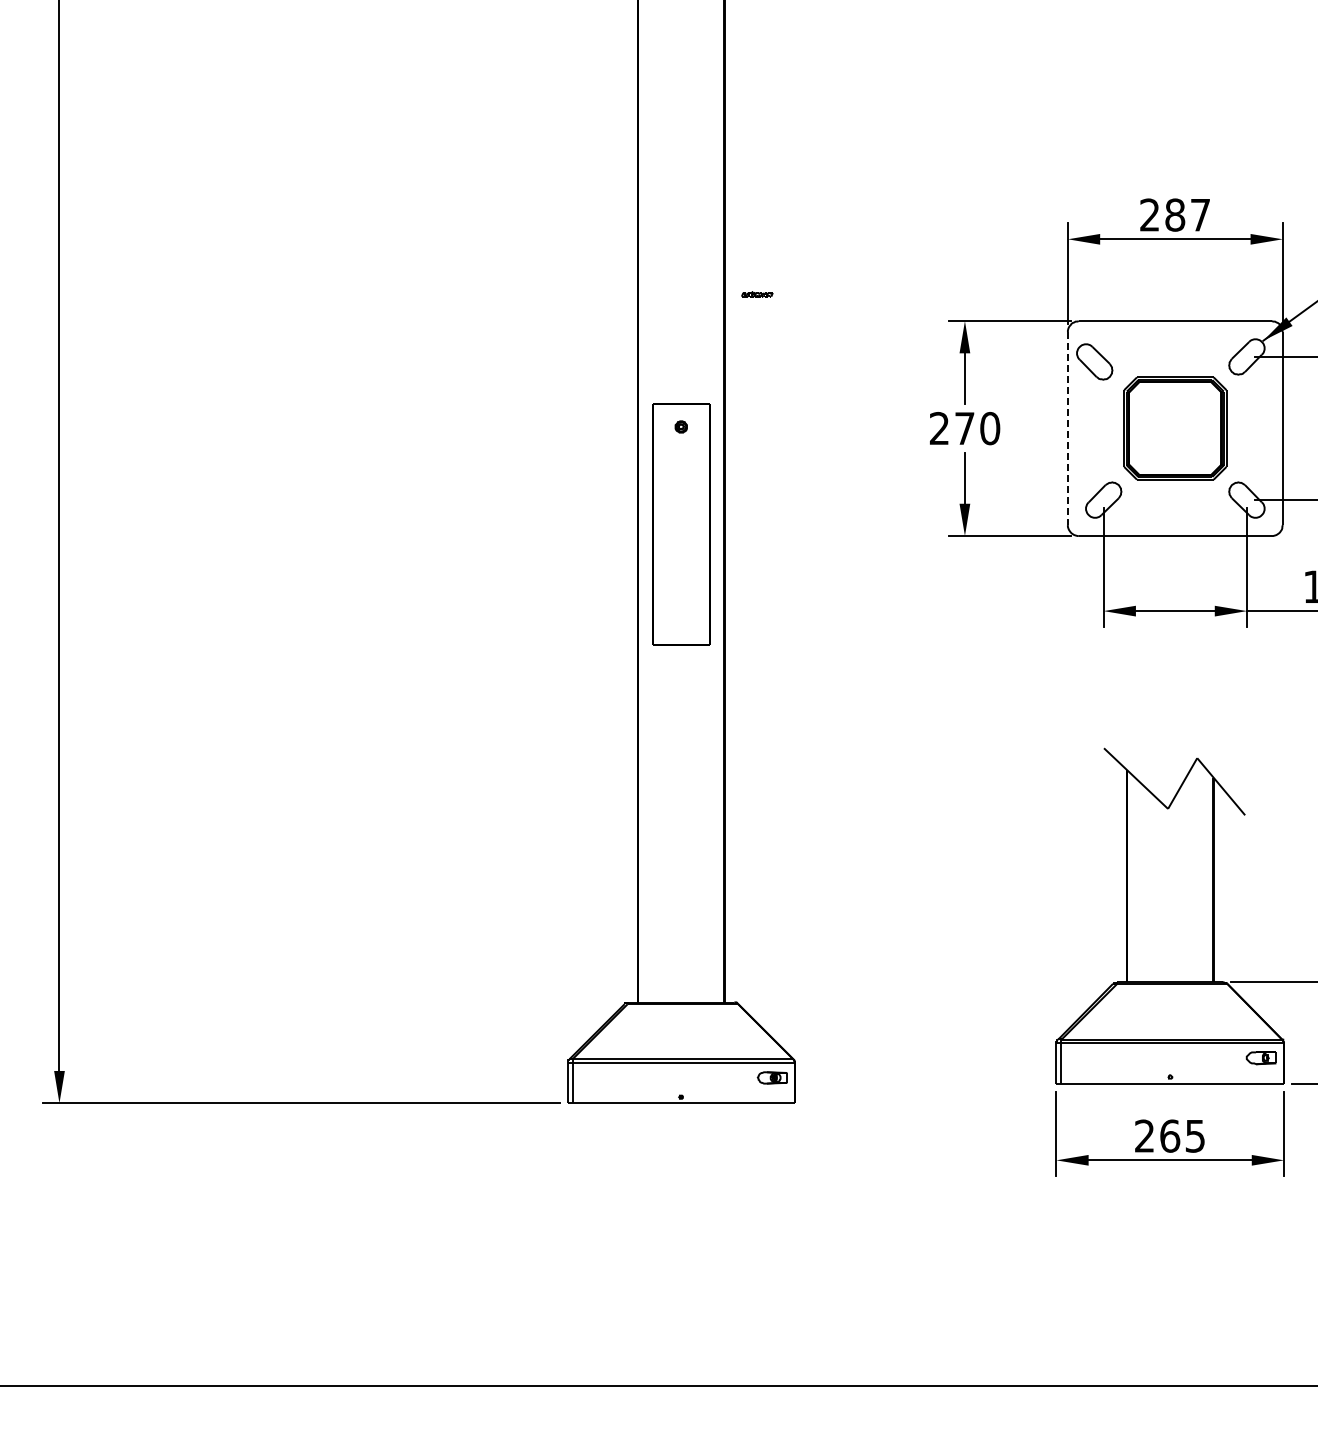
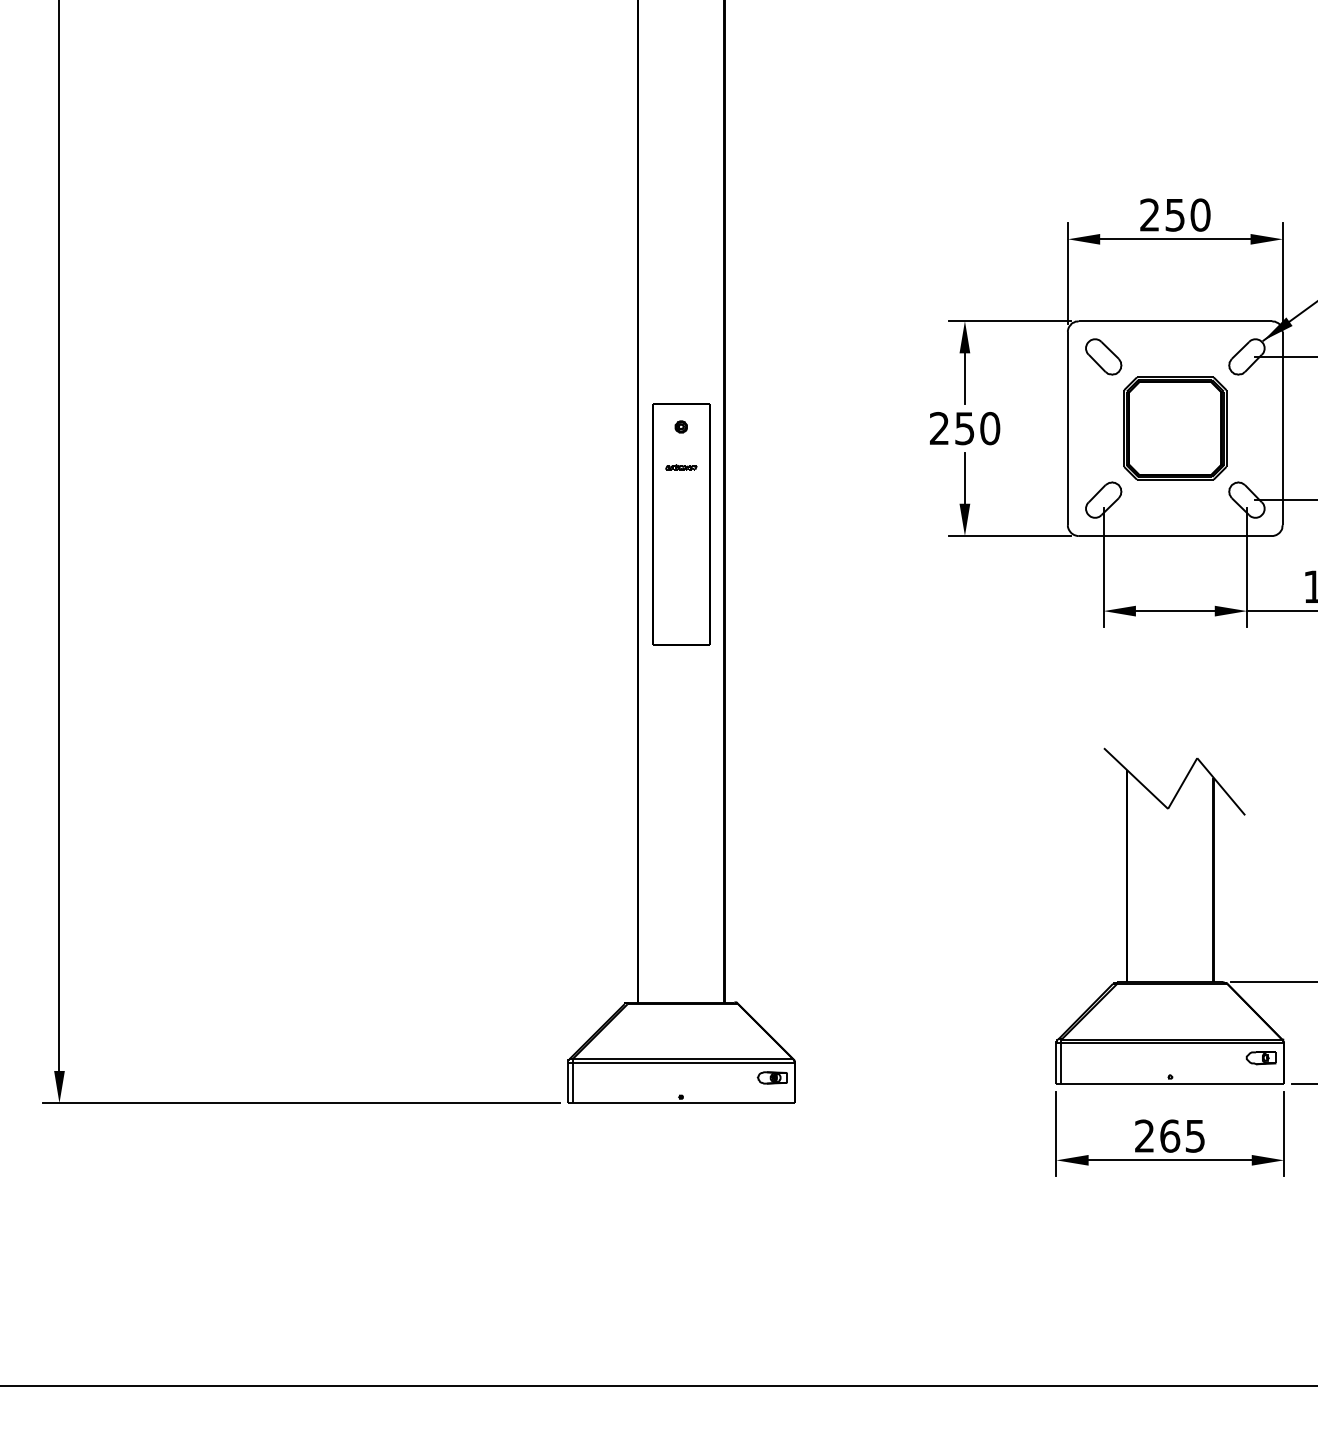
text at (1187, 214): 287 -> 250
part at (757, 294) position: (757, 294) -> (681, 467)
part at (1094, 361) position: (1094, 361) -> (1103, 356)
text at (964, 428): 270 -> 250
line at (1067, 428): dashed -> solid
